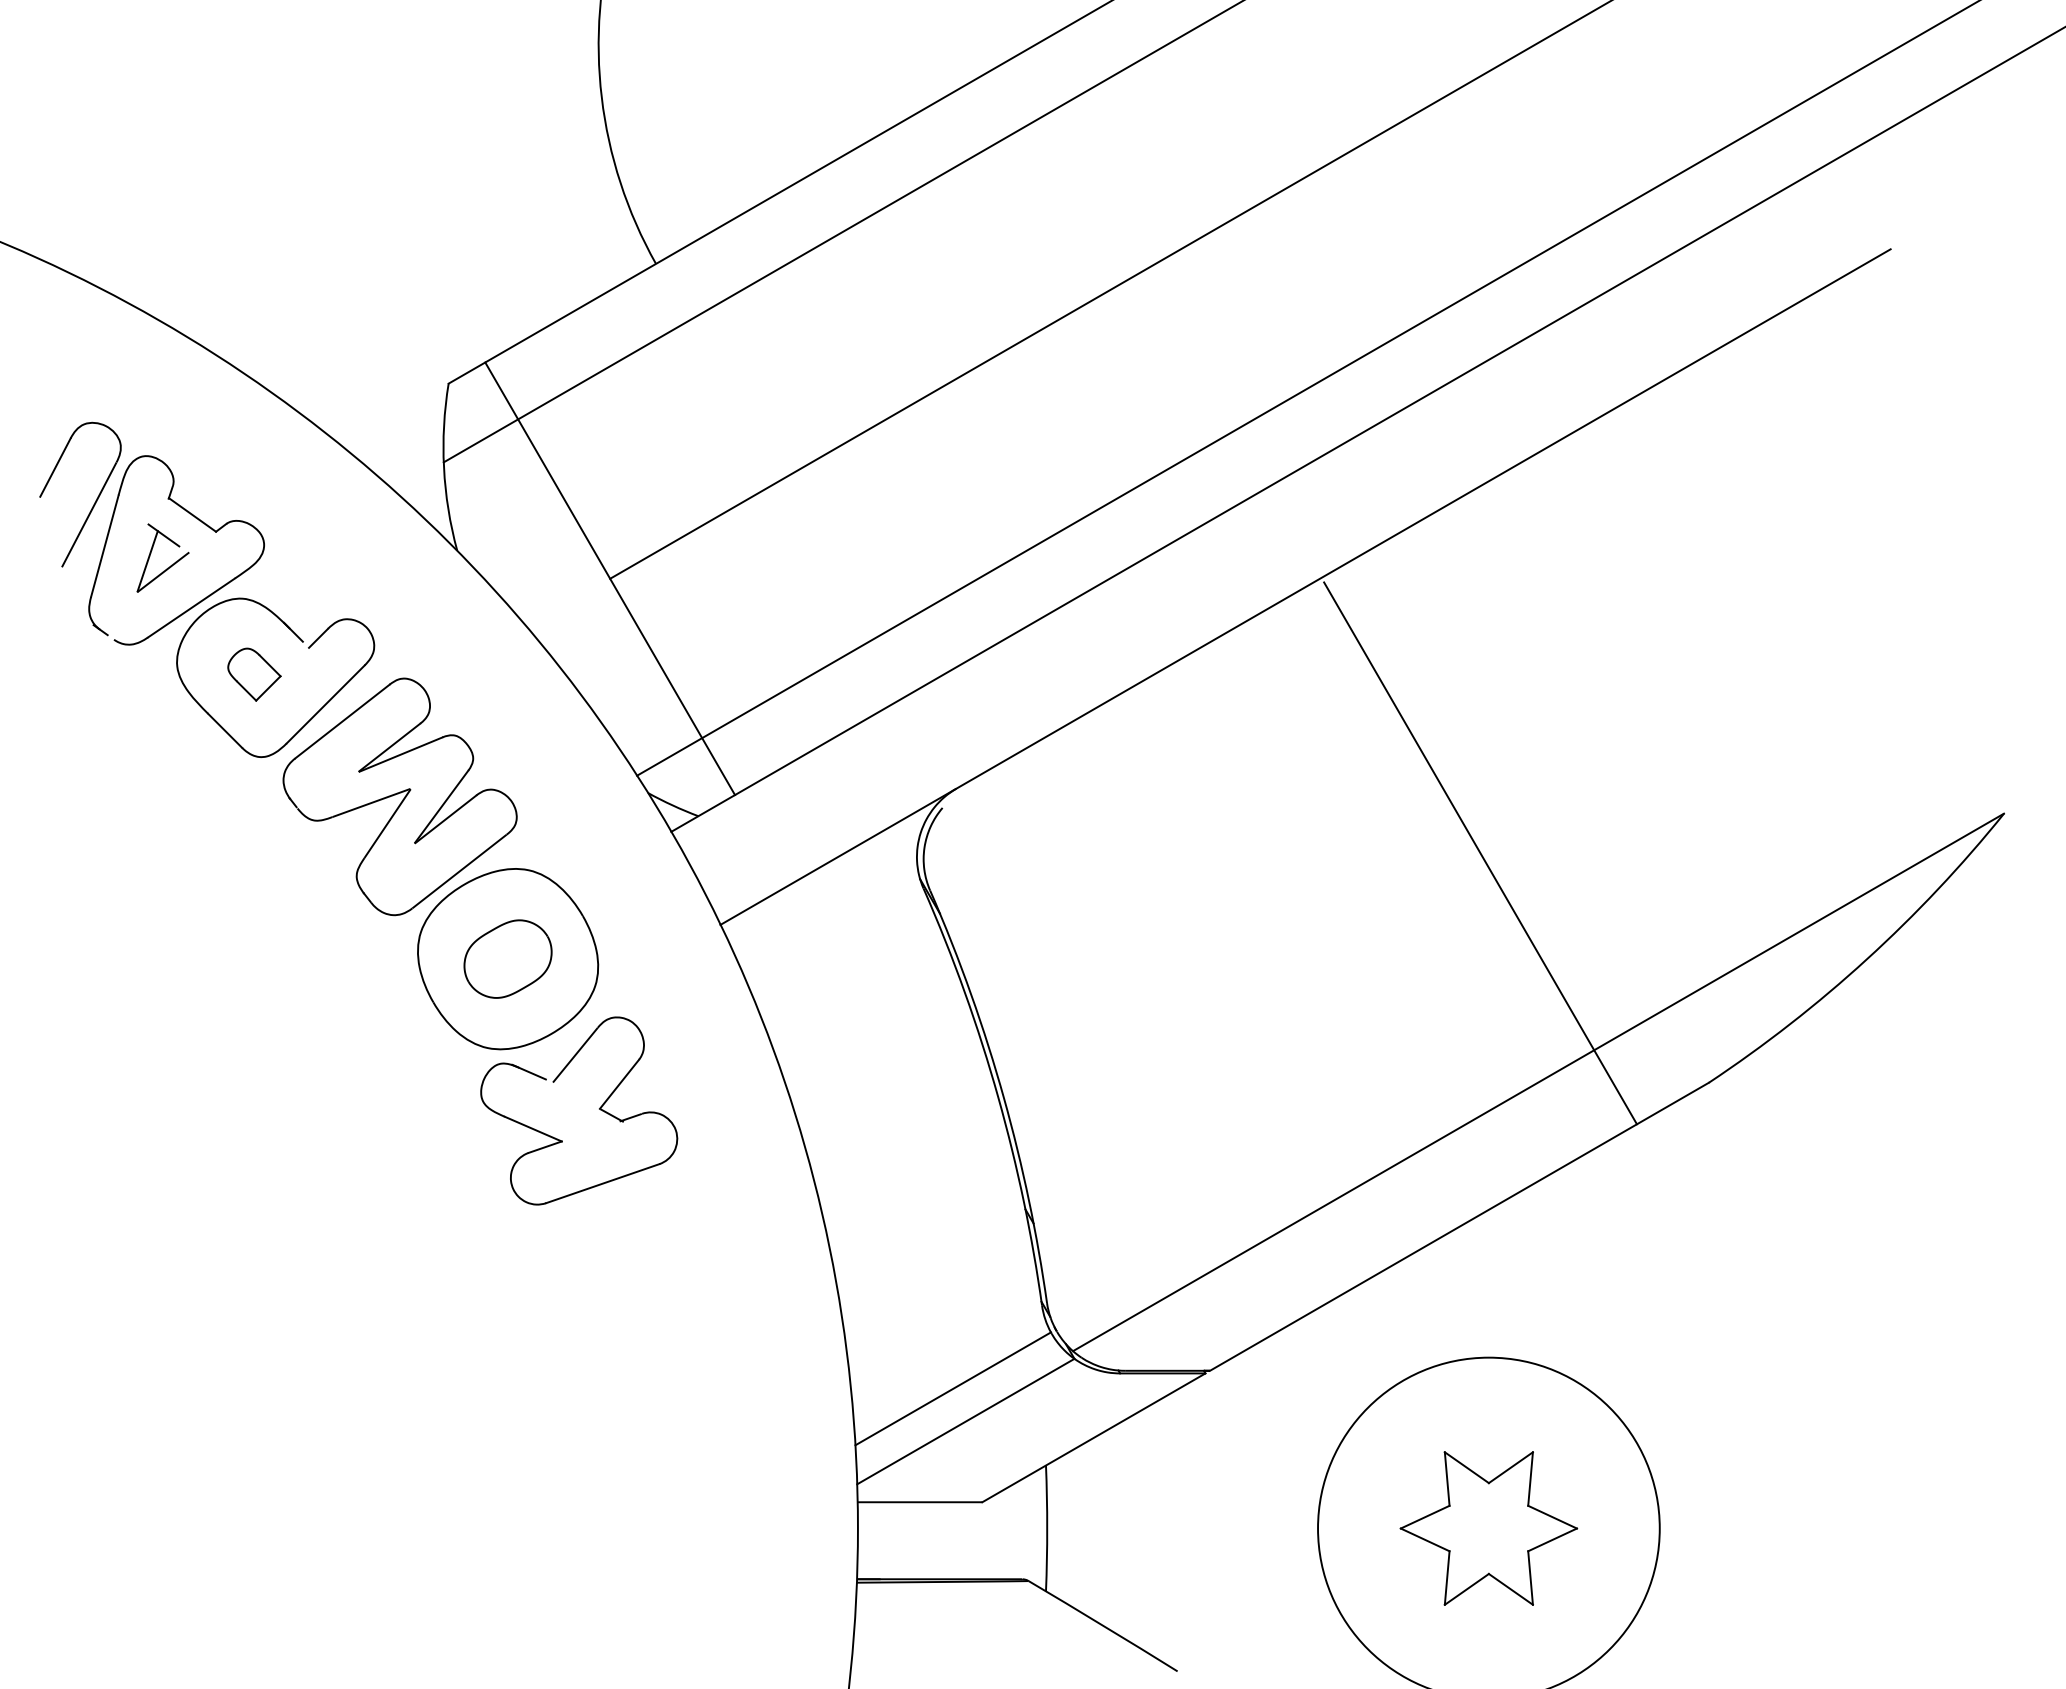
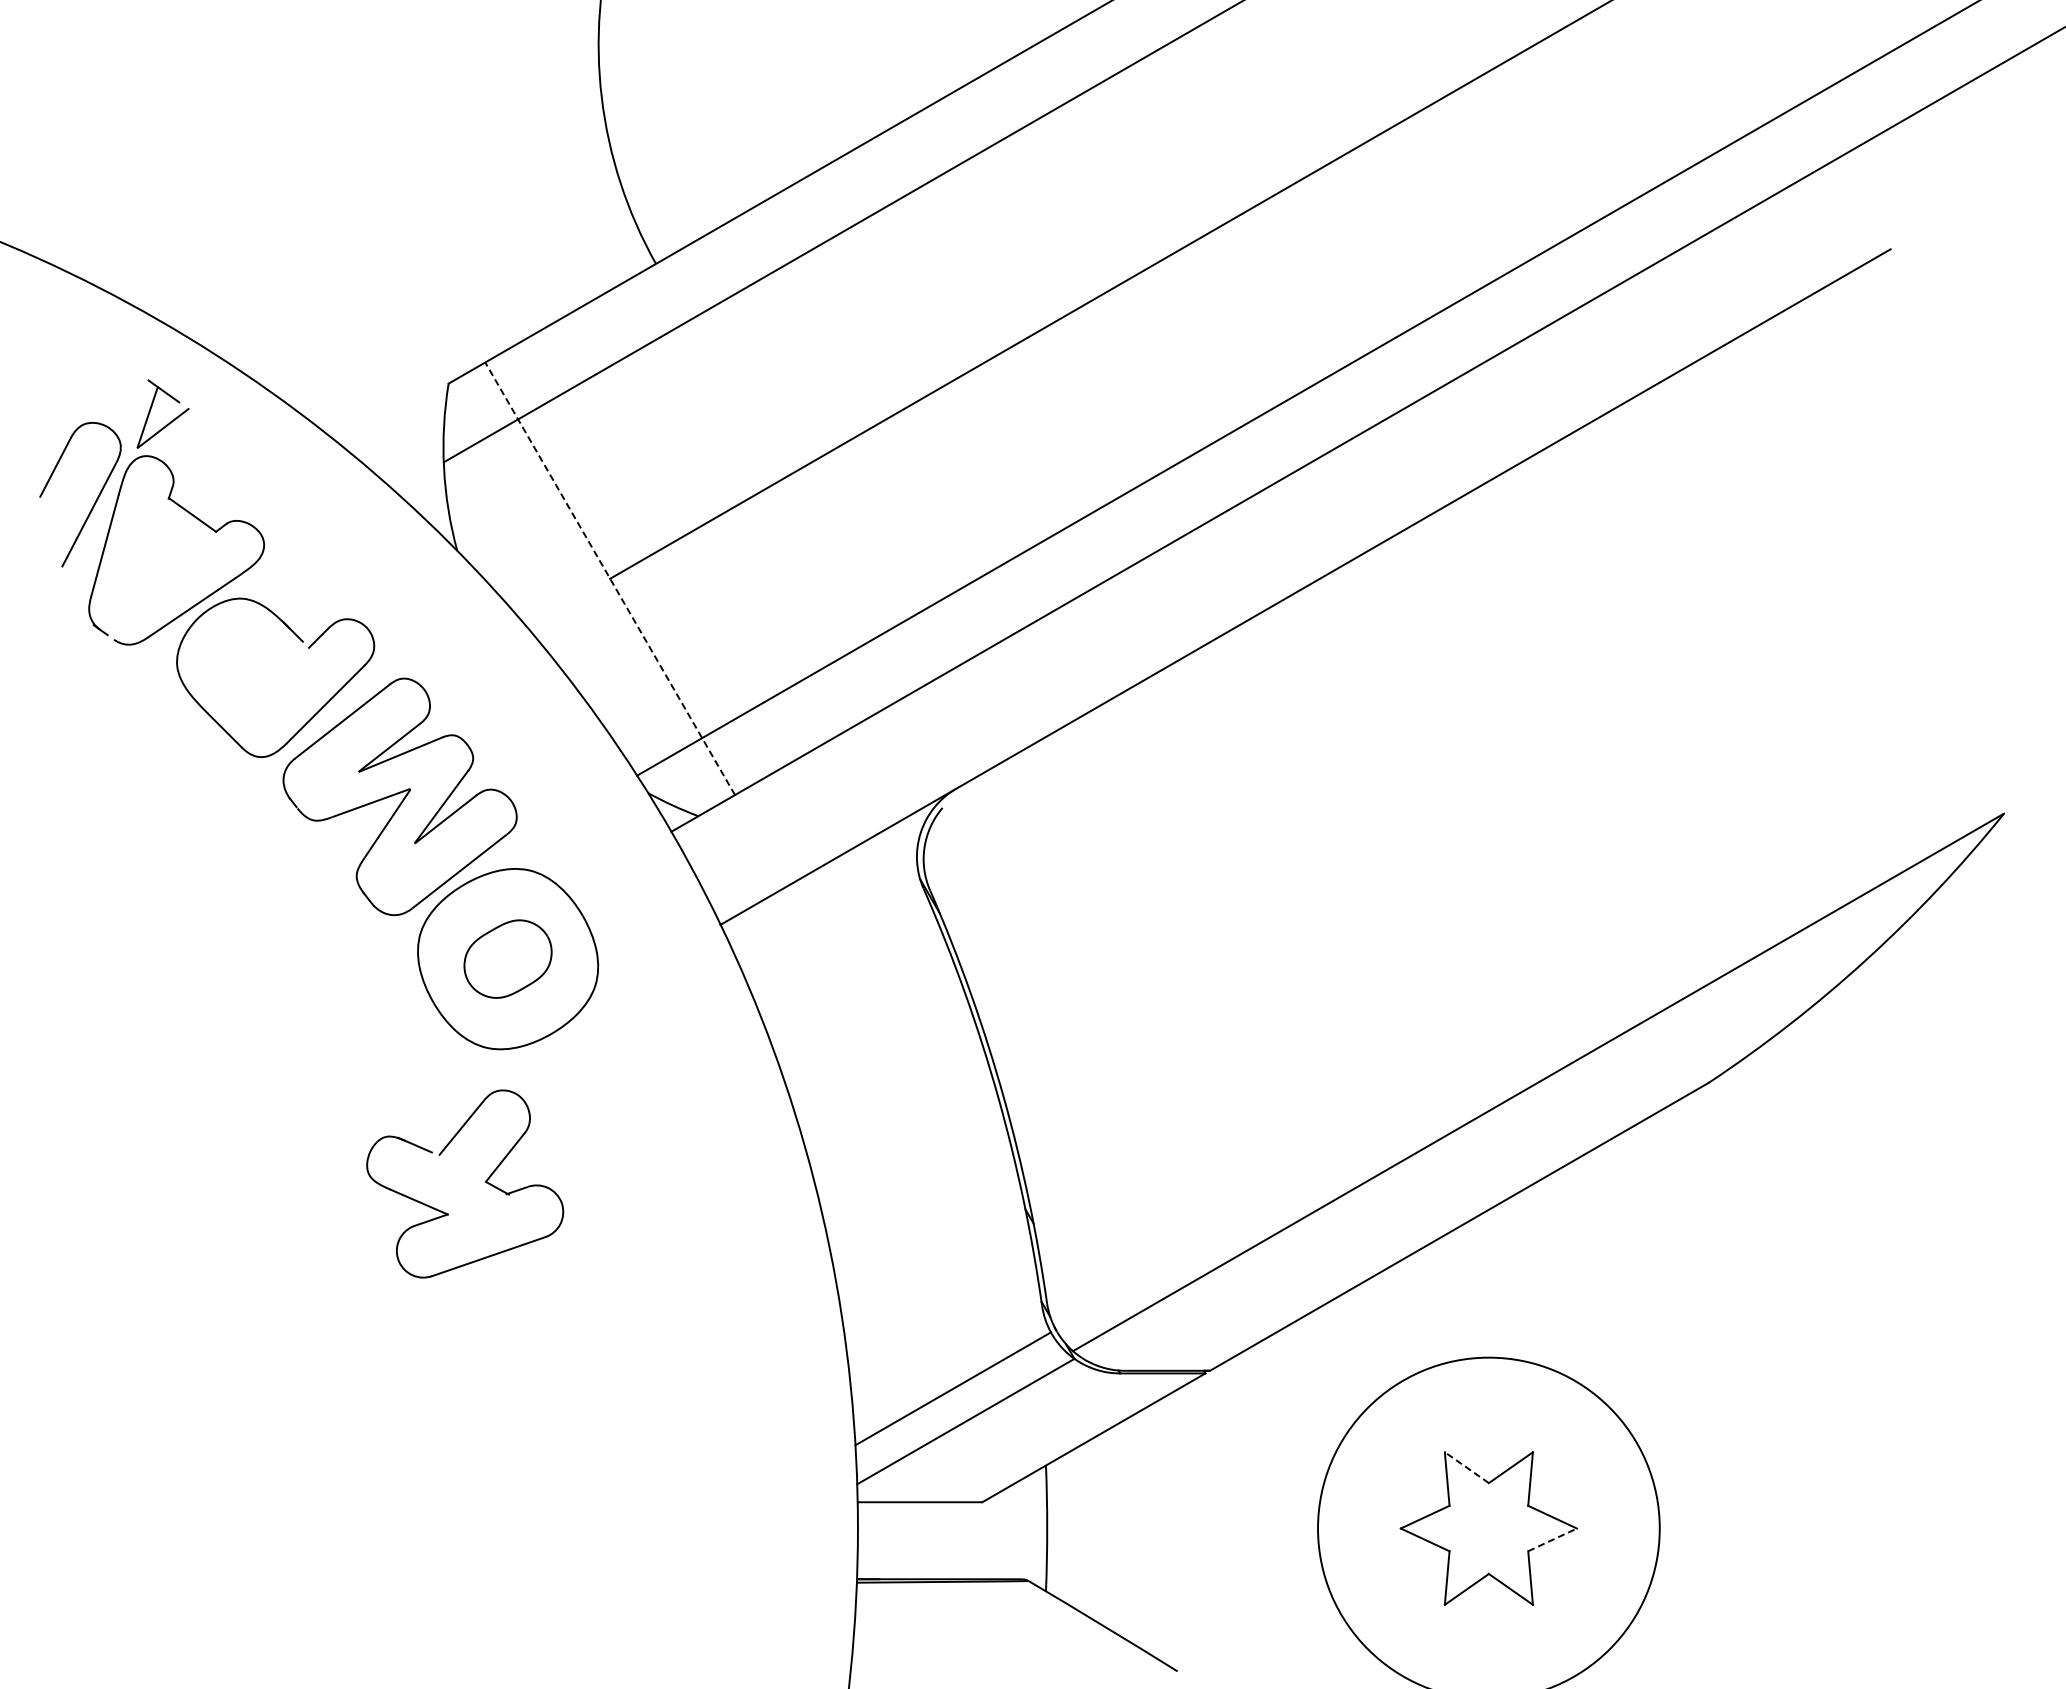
part at (167, 567) position: (167, 567) -> (167, 423)
line at (610, 578): solid -> dashed
part at (254, 674): present -> none
line at (1480, 853): present -> none
part at (599, 1109) position: (599, 1109) -> (485, 1182)
line at (1466, 1467): solid -> dashed
line at (1552, 1539): solid -> dashed
